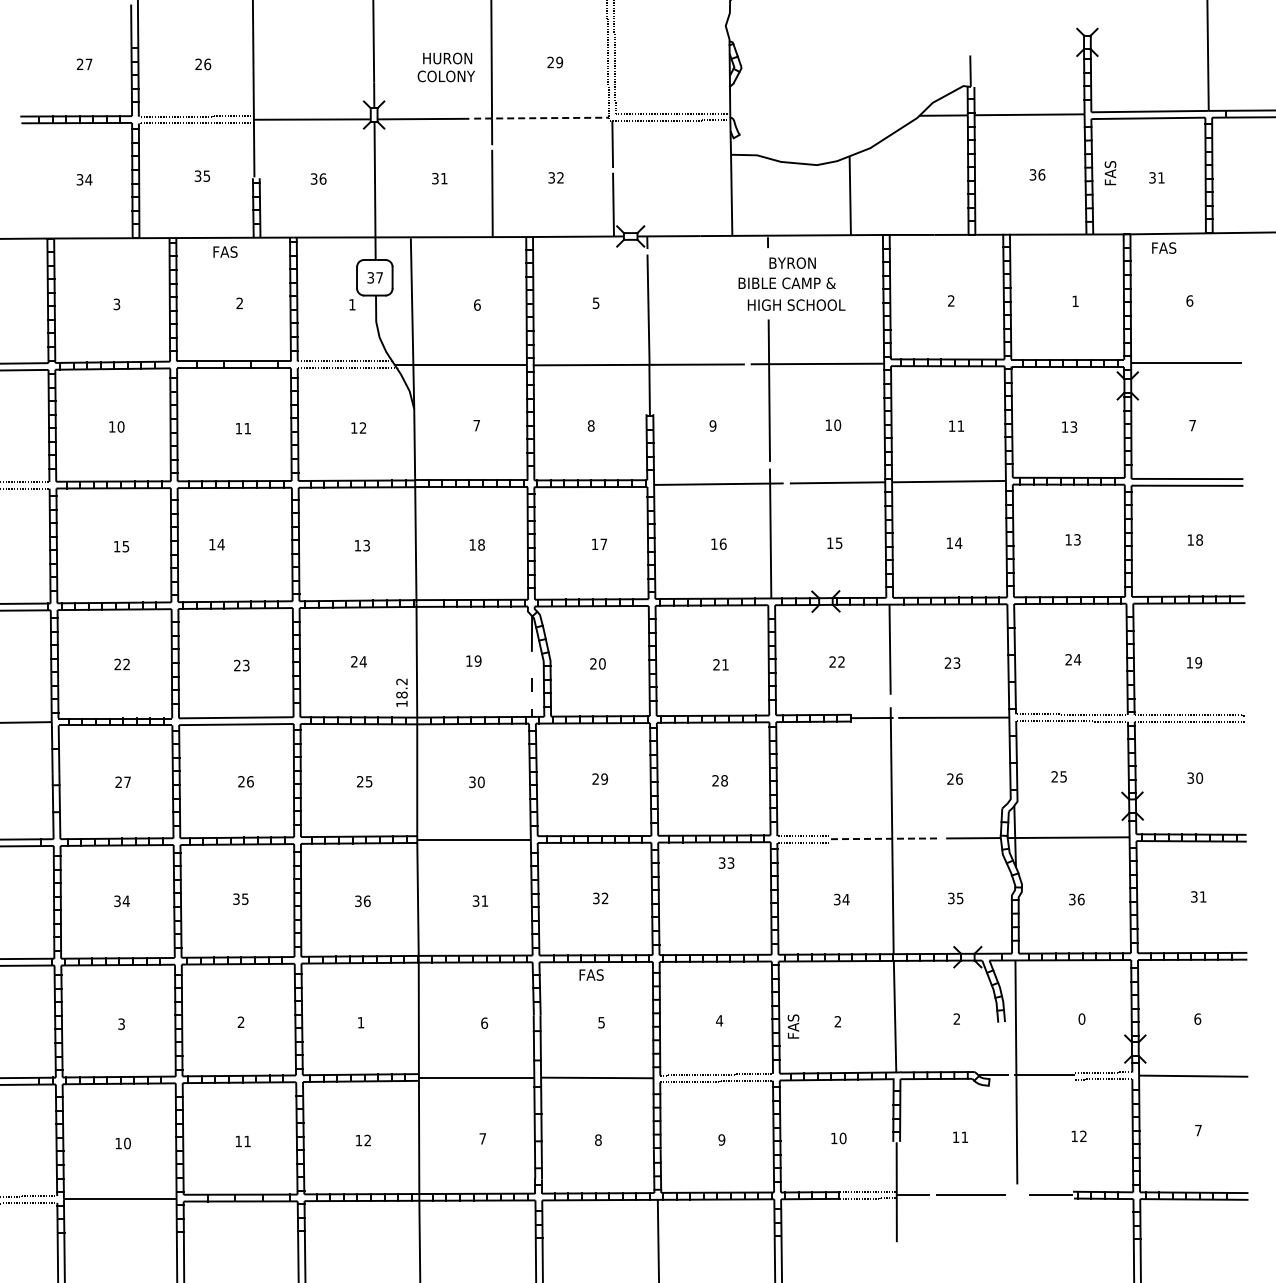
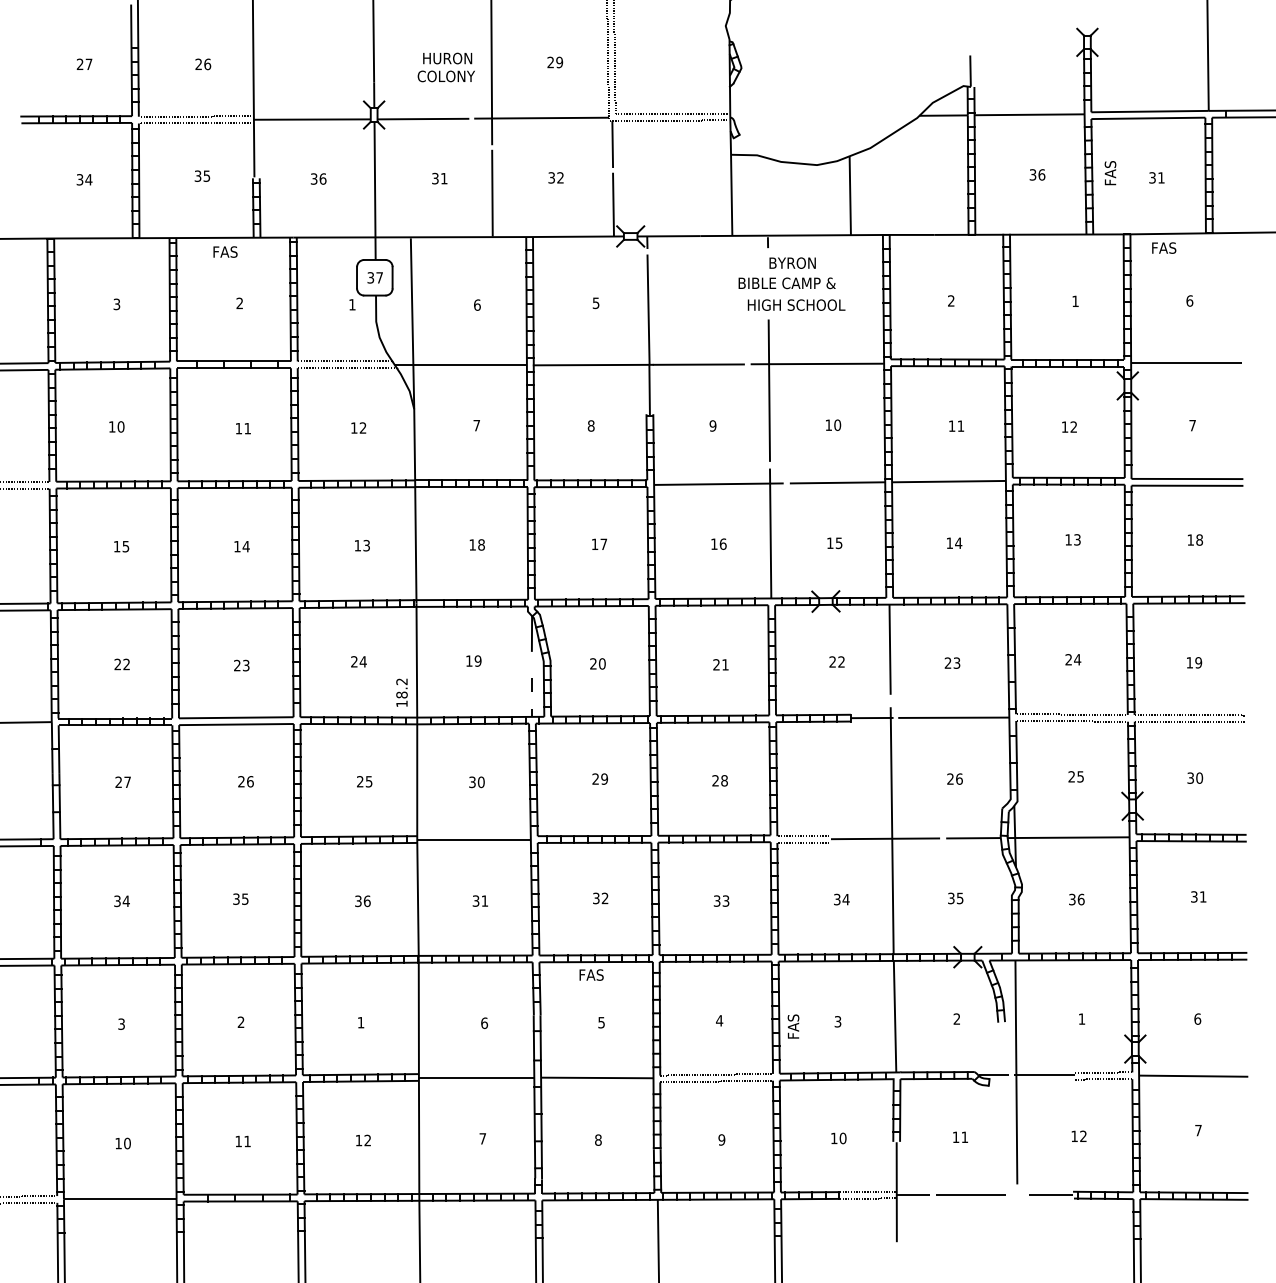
line at (542, 118): dashed -> solid
text at (1073, 427): 13 -> 12
text at (216, 544) position: (216, 544) -> (241, 546)
text at (1058, 776) position: (1058, 776) -> (1075, 776)
line at (885, 838): dashed -> solid
text at (726, 862) position: (726, 862) -> (721, 900)
text at (1081, 1018): 0 -> 1
text at (837, 1021): 2 -> 3
